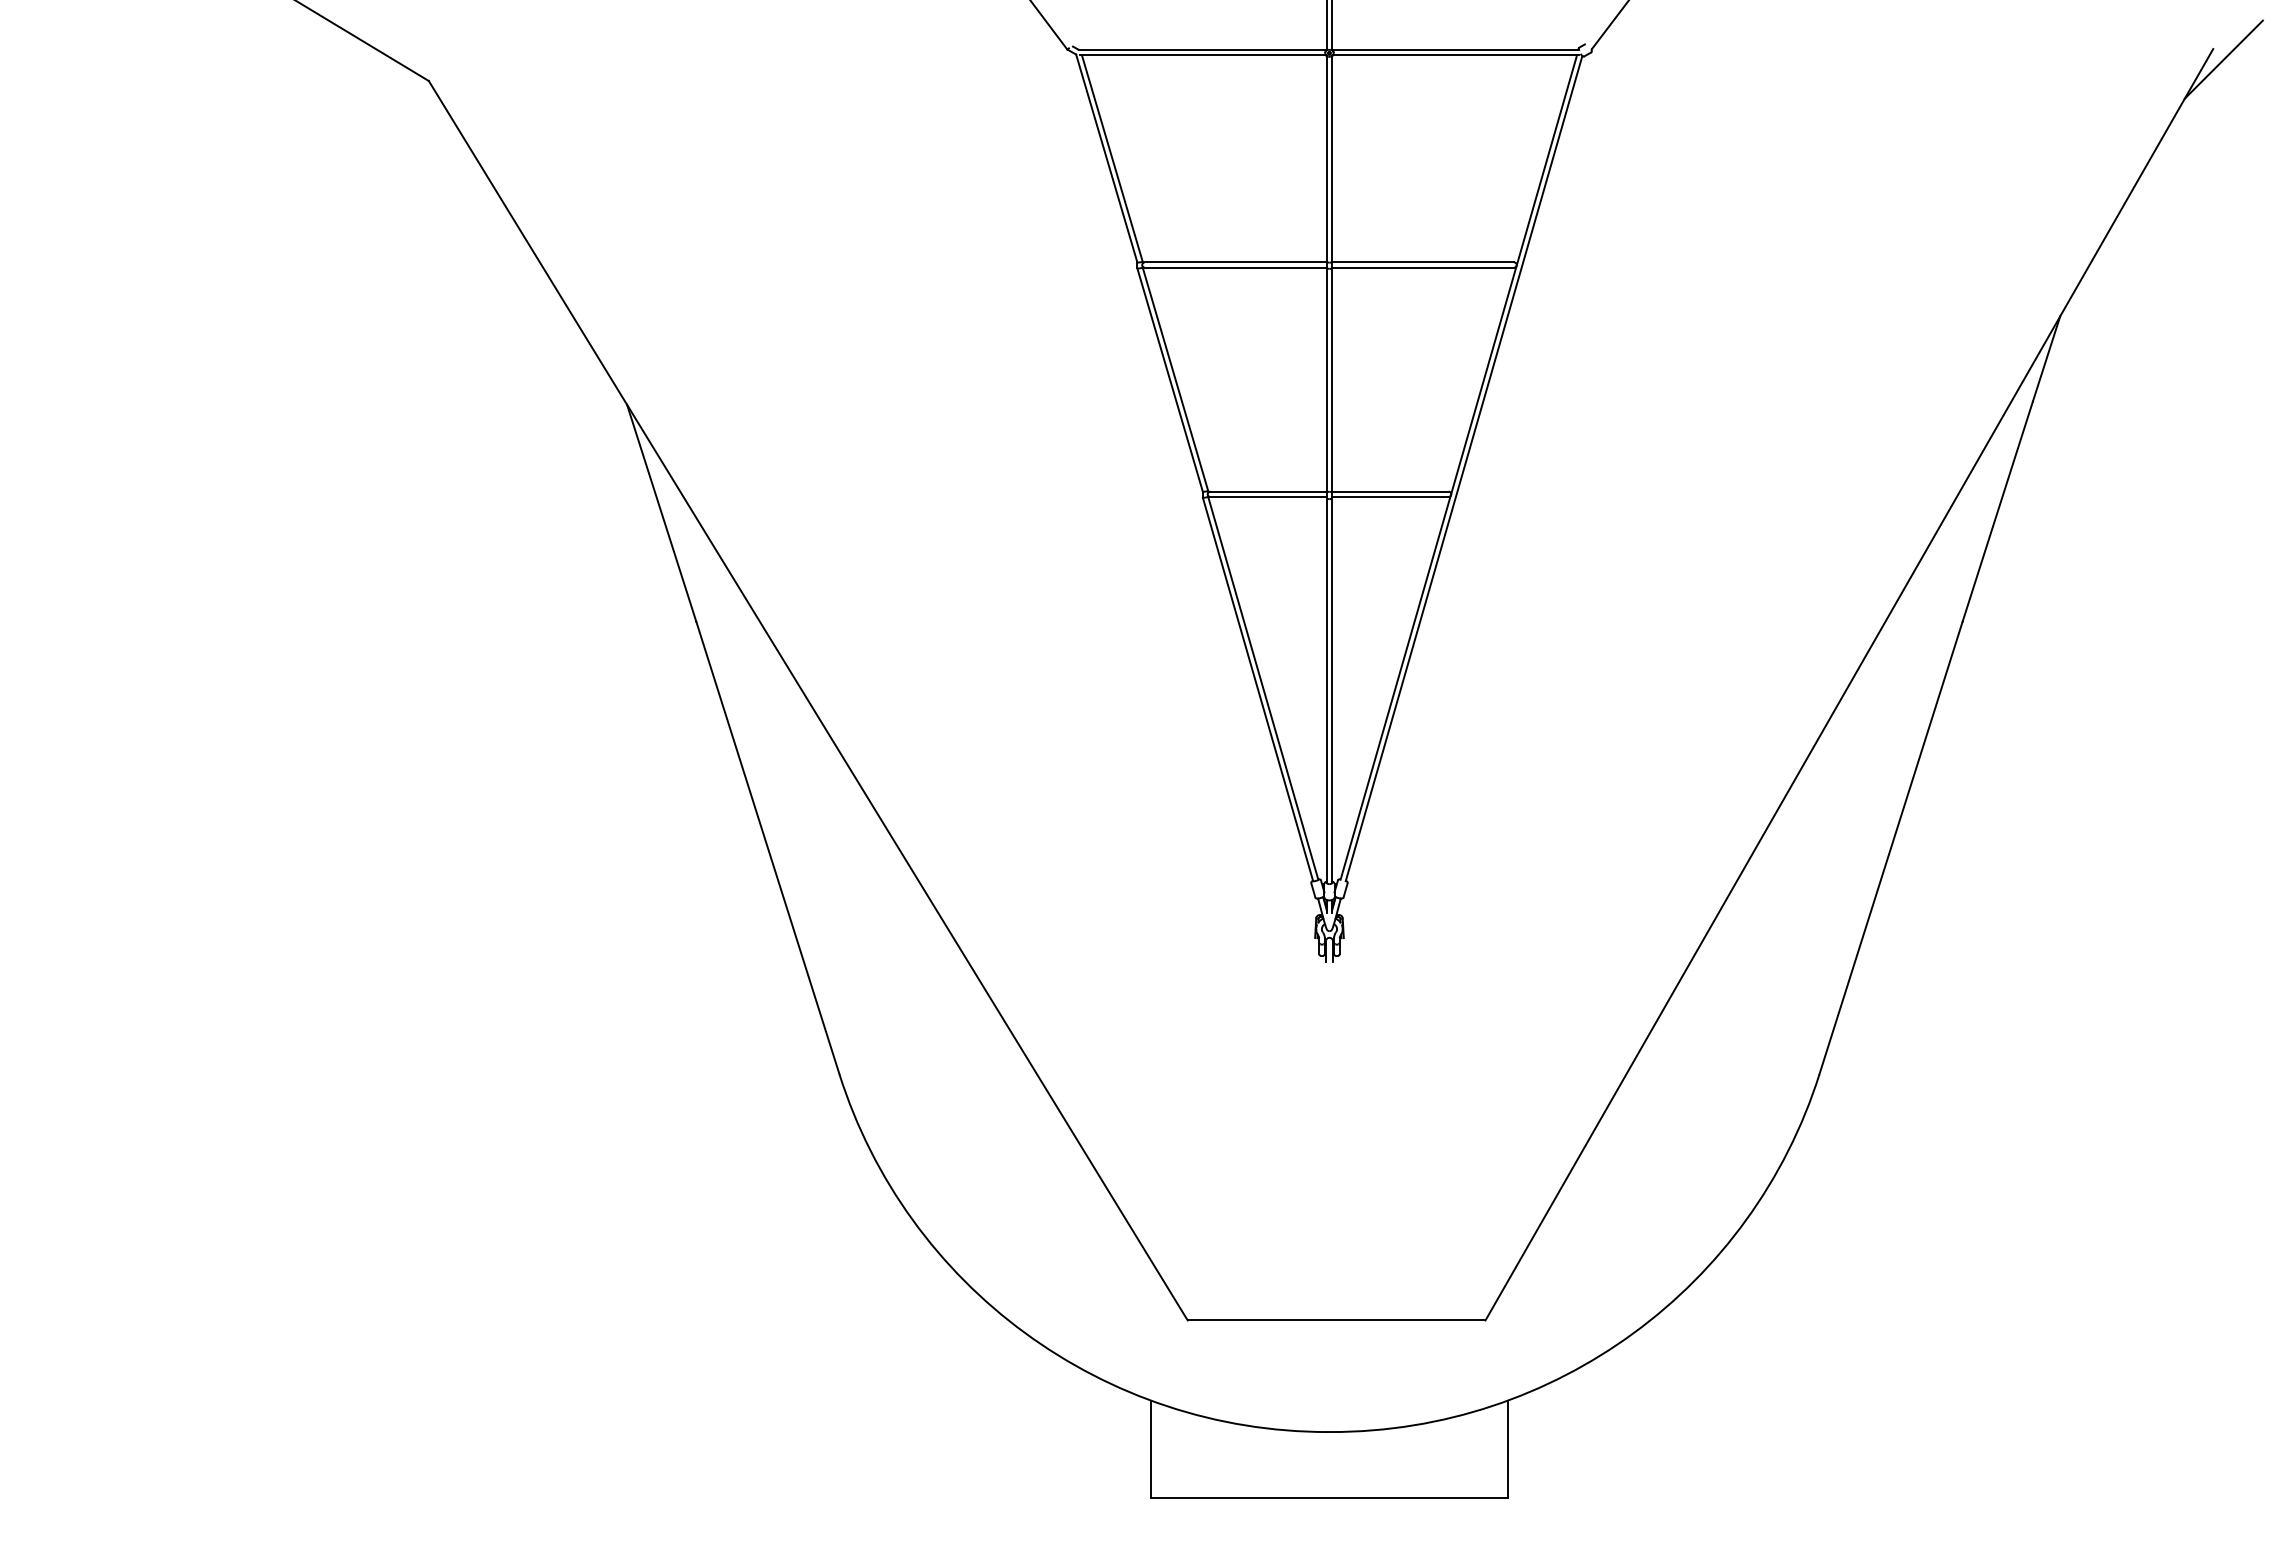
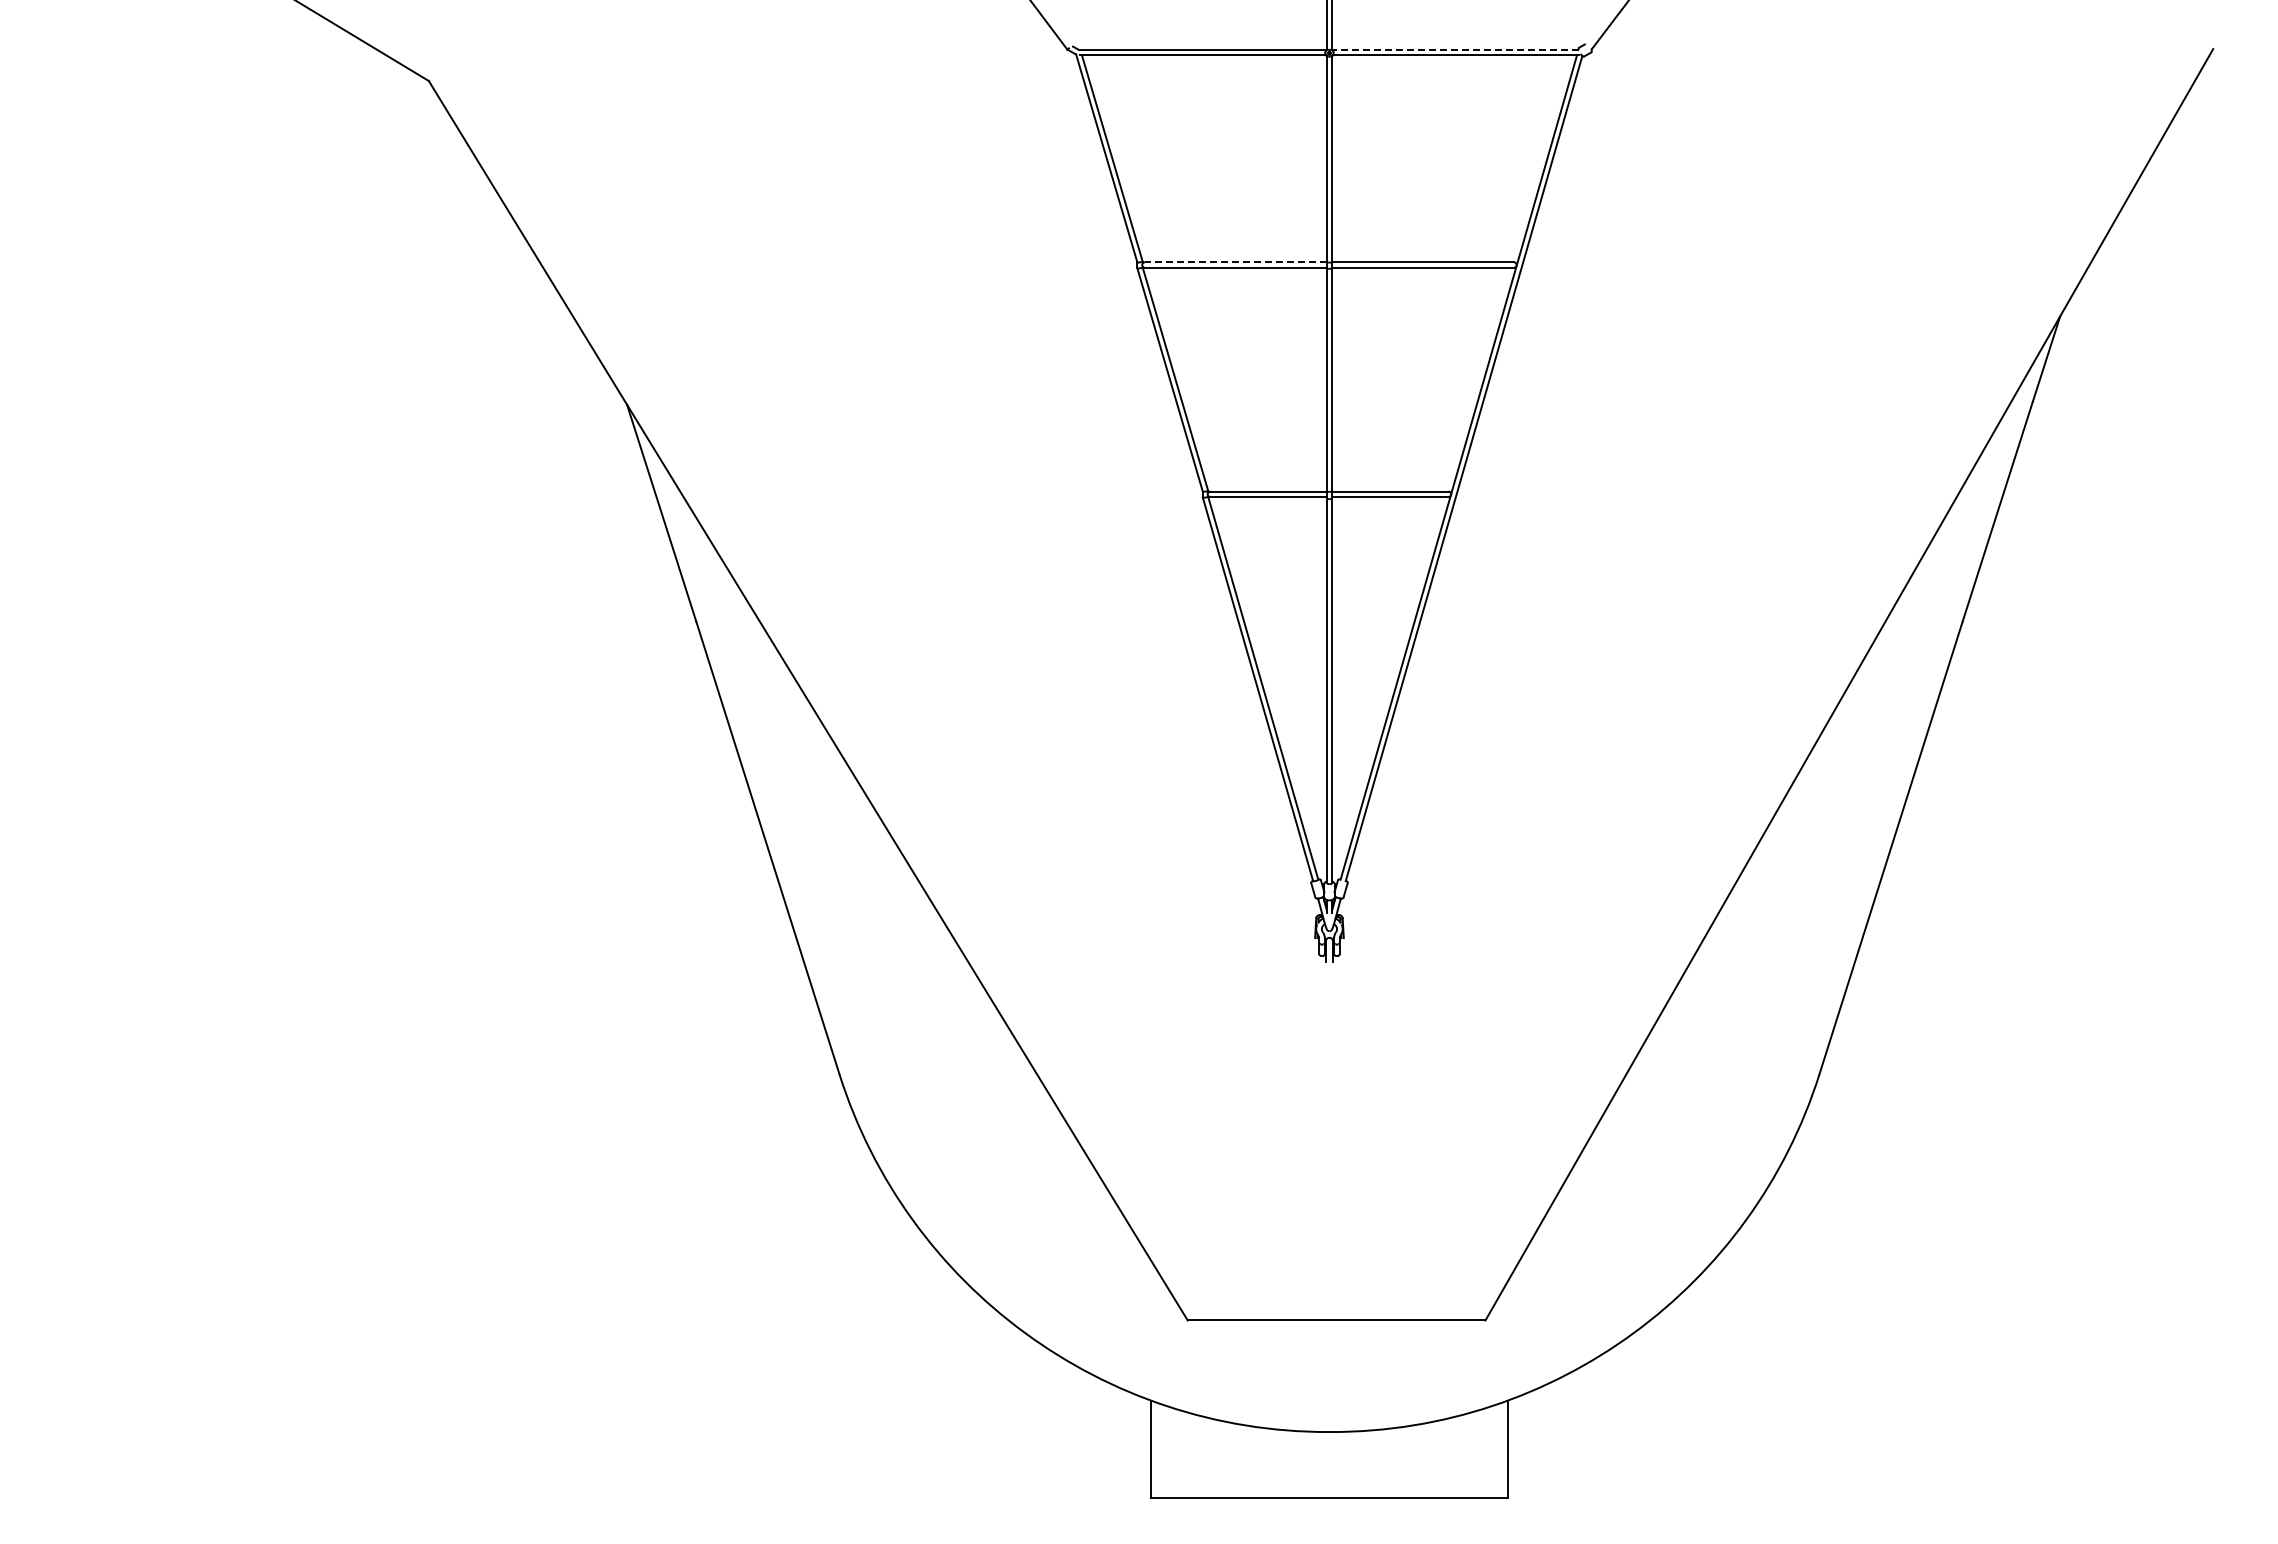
line at (1455, 50): solid -> dashed
line at (2223, 59): present -> none
line at (1235, 262): solid -> dashed
